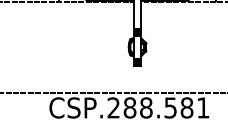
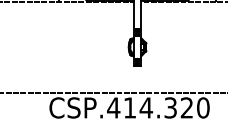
text at (158, 107): CSP.288.581 -> CSP.414.320
